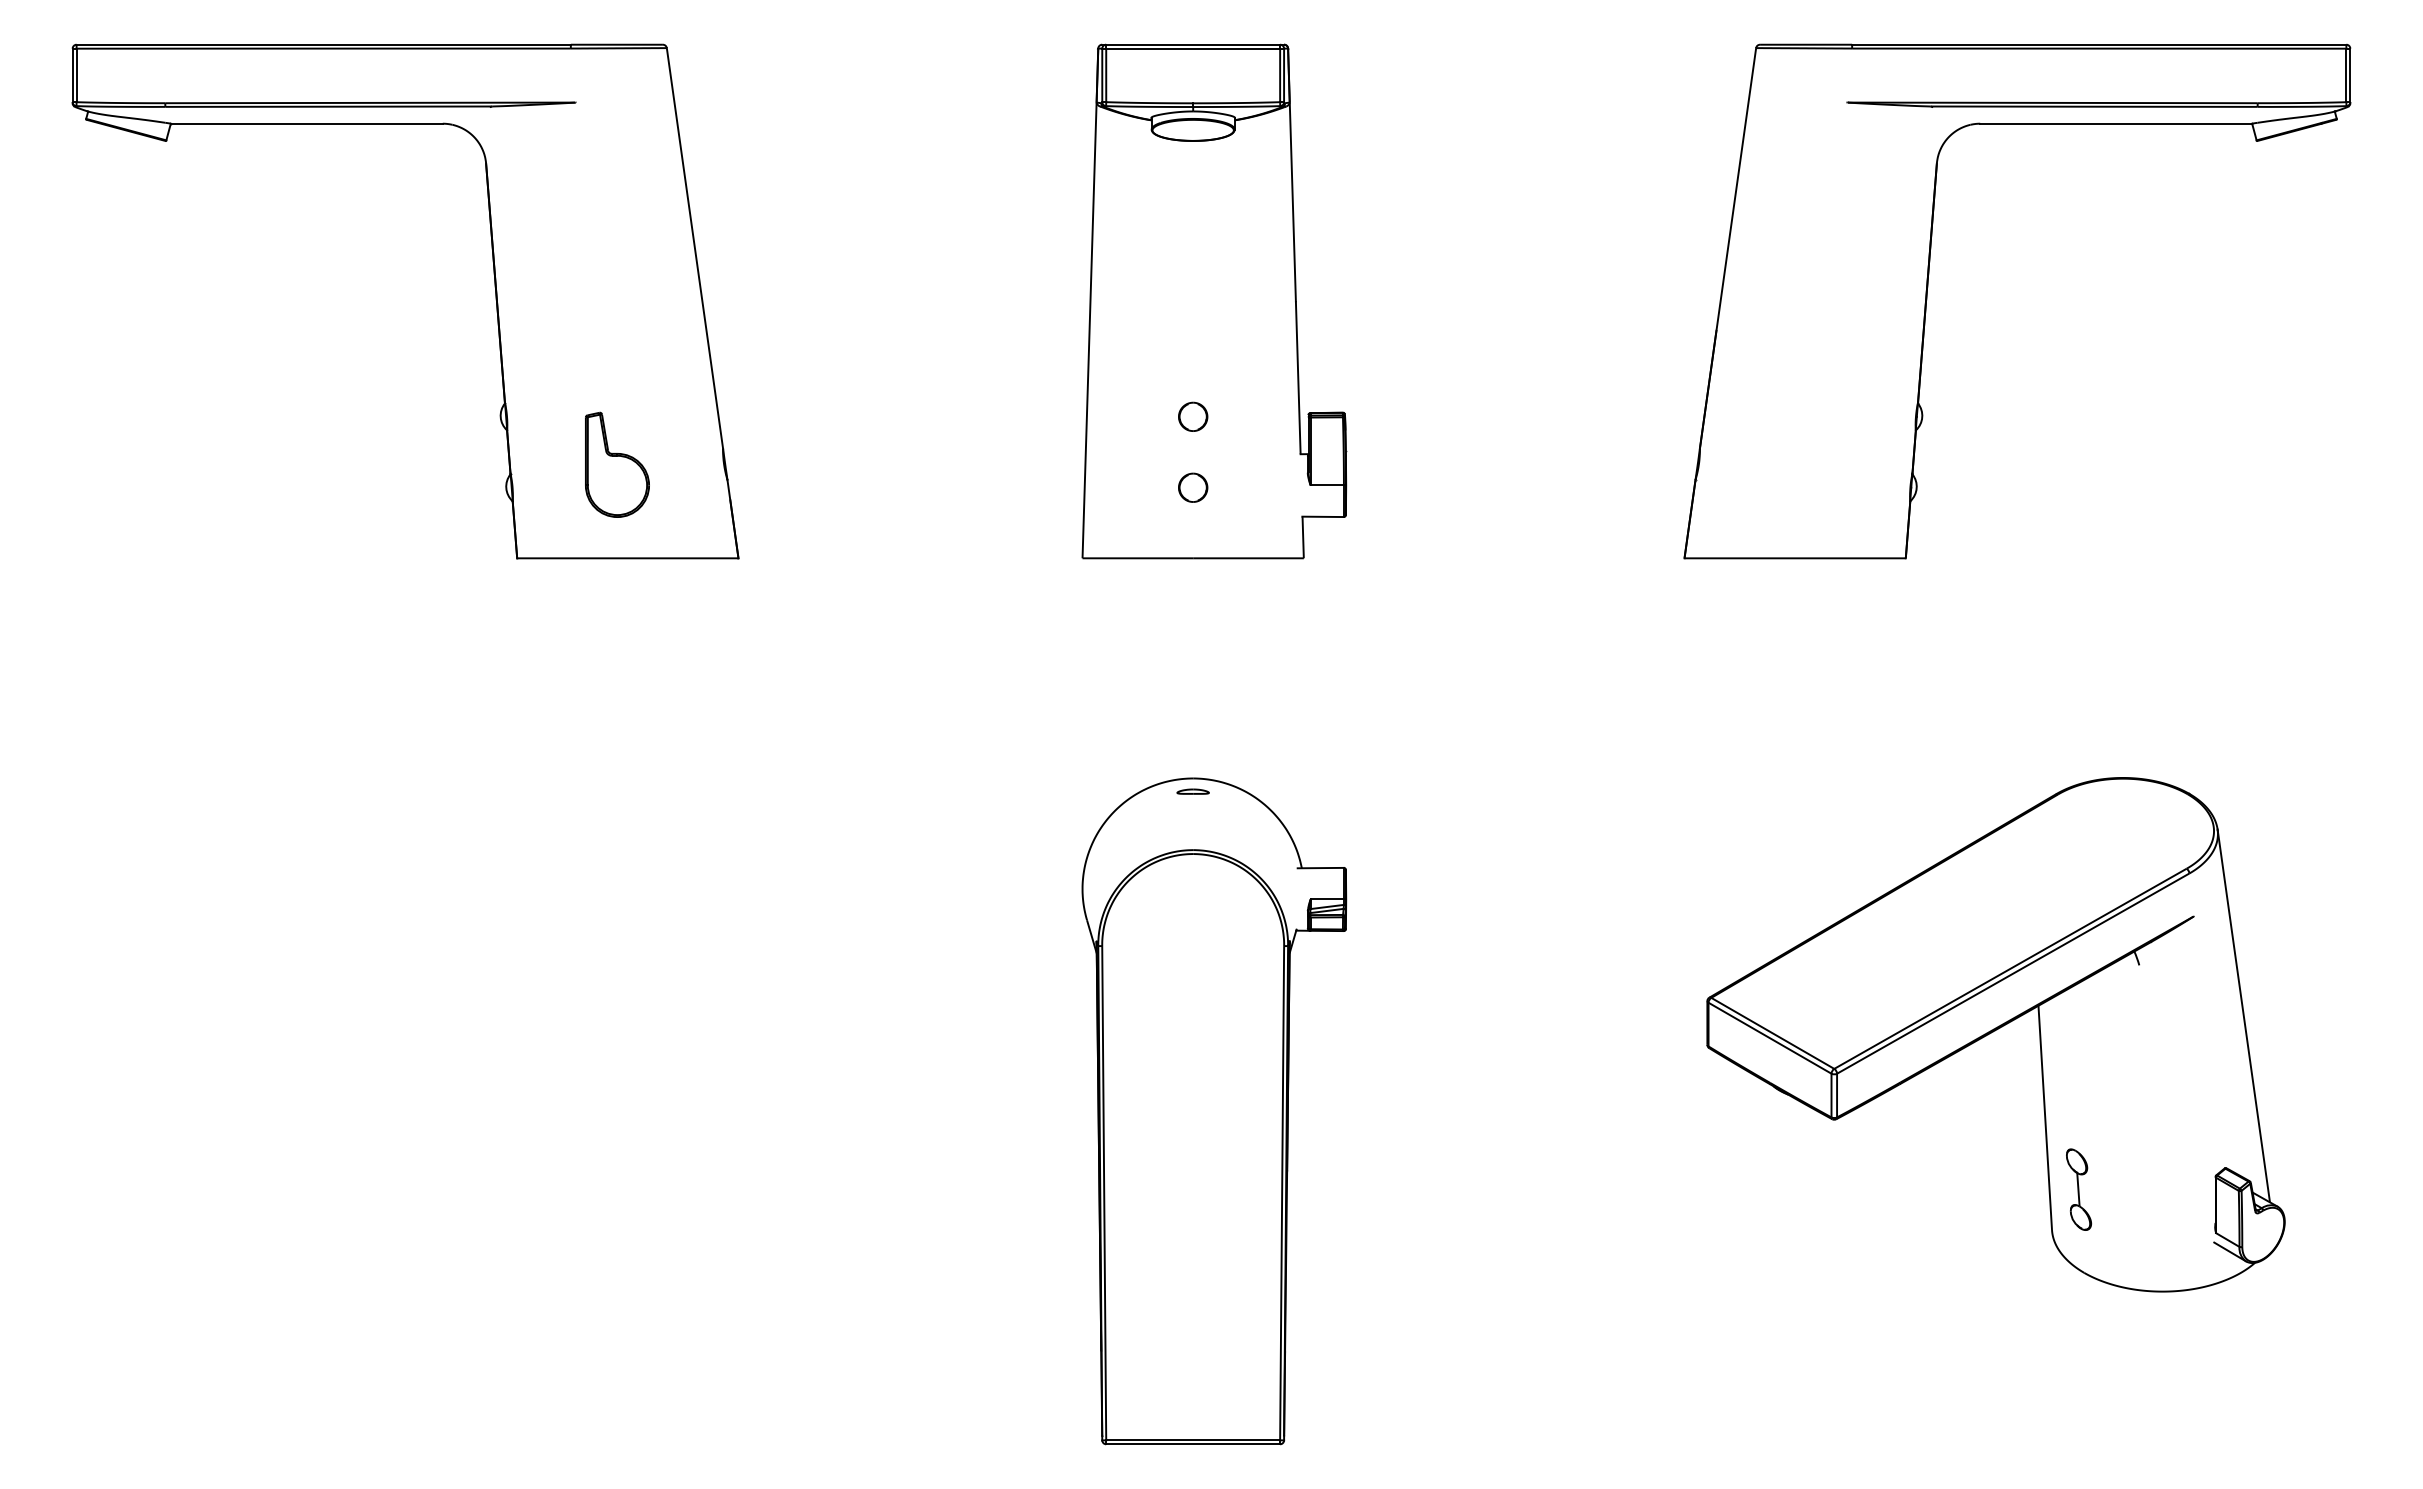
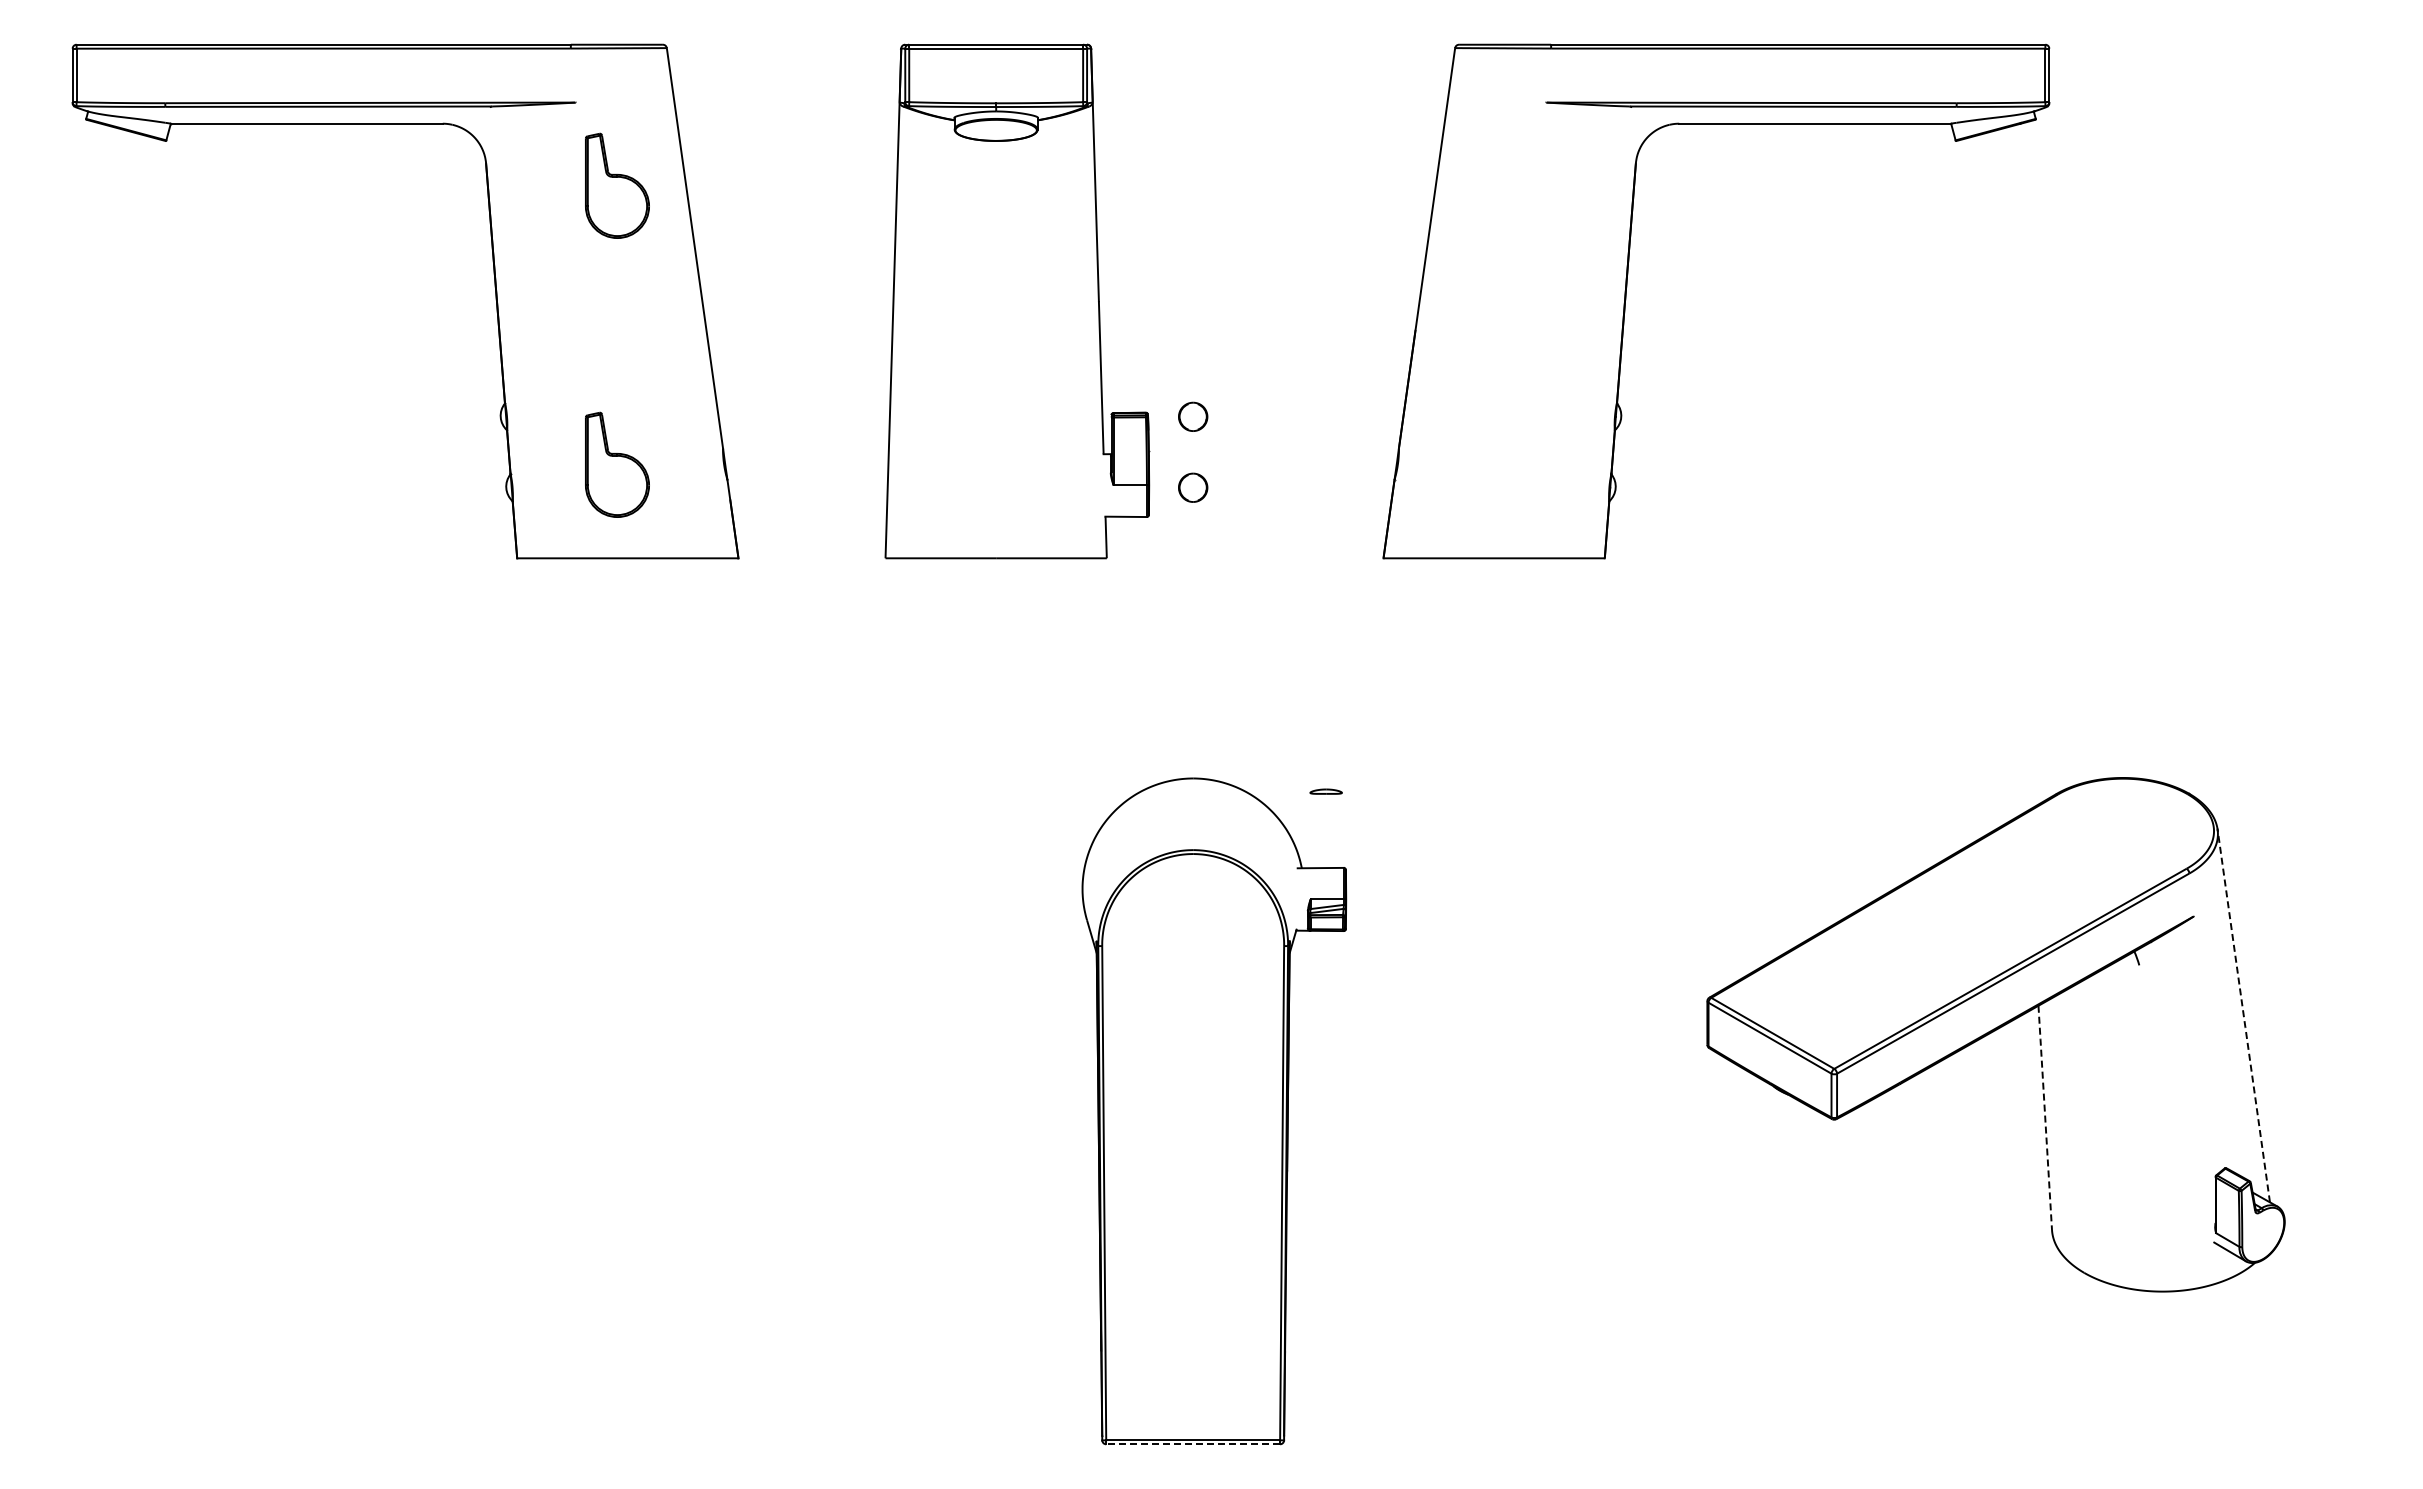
part at (617, 185): none -> present
part at (1927, 300) position: (1927, 300) -> (1626, 300)
part at (1214, 301) position: (1214, 301) -> (1017, 301)
part at (1192, 791) position: (1192, 791) -> (1325, 791)
line at (2243, 1015): solid -> dashed
line at (2045, 1117): solid -> dashed
part at (2079, 1189): present -> none
line at (1193, 1444): solid -> dashed
